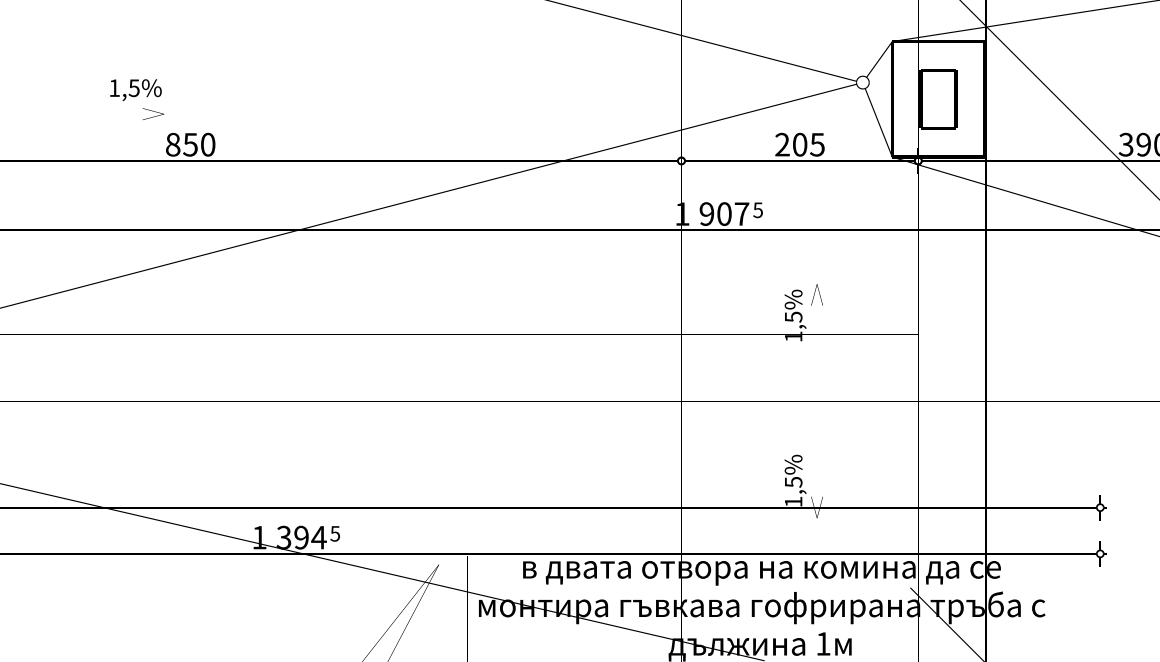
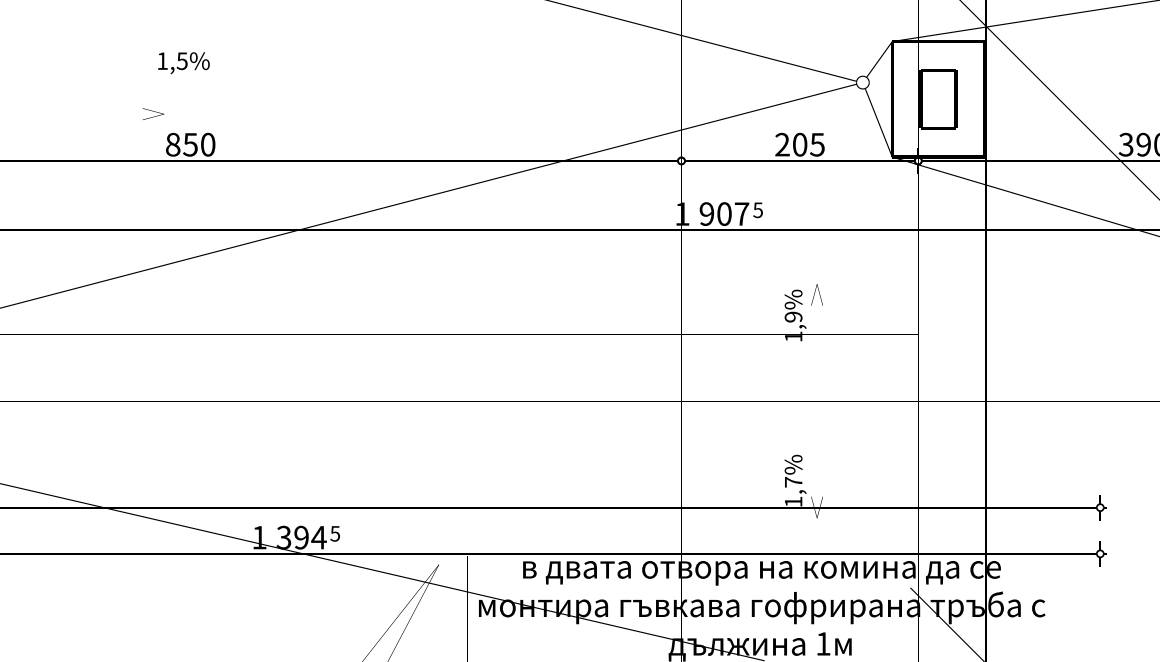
text at (135, 90) position: (135, 90) -> (183, 63)
text at (793, 316): 1,5% -> 1,9%
text at (793, 481): 1,5% -> 1,7%
